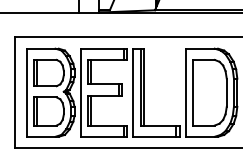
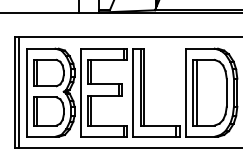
line at (18, 92): none -> present
line at (196, 92): none -> present
